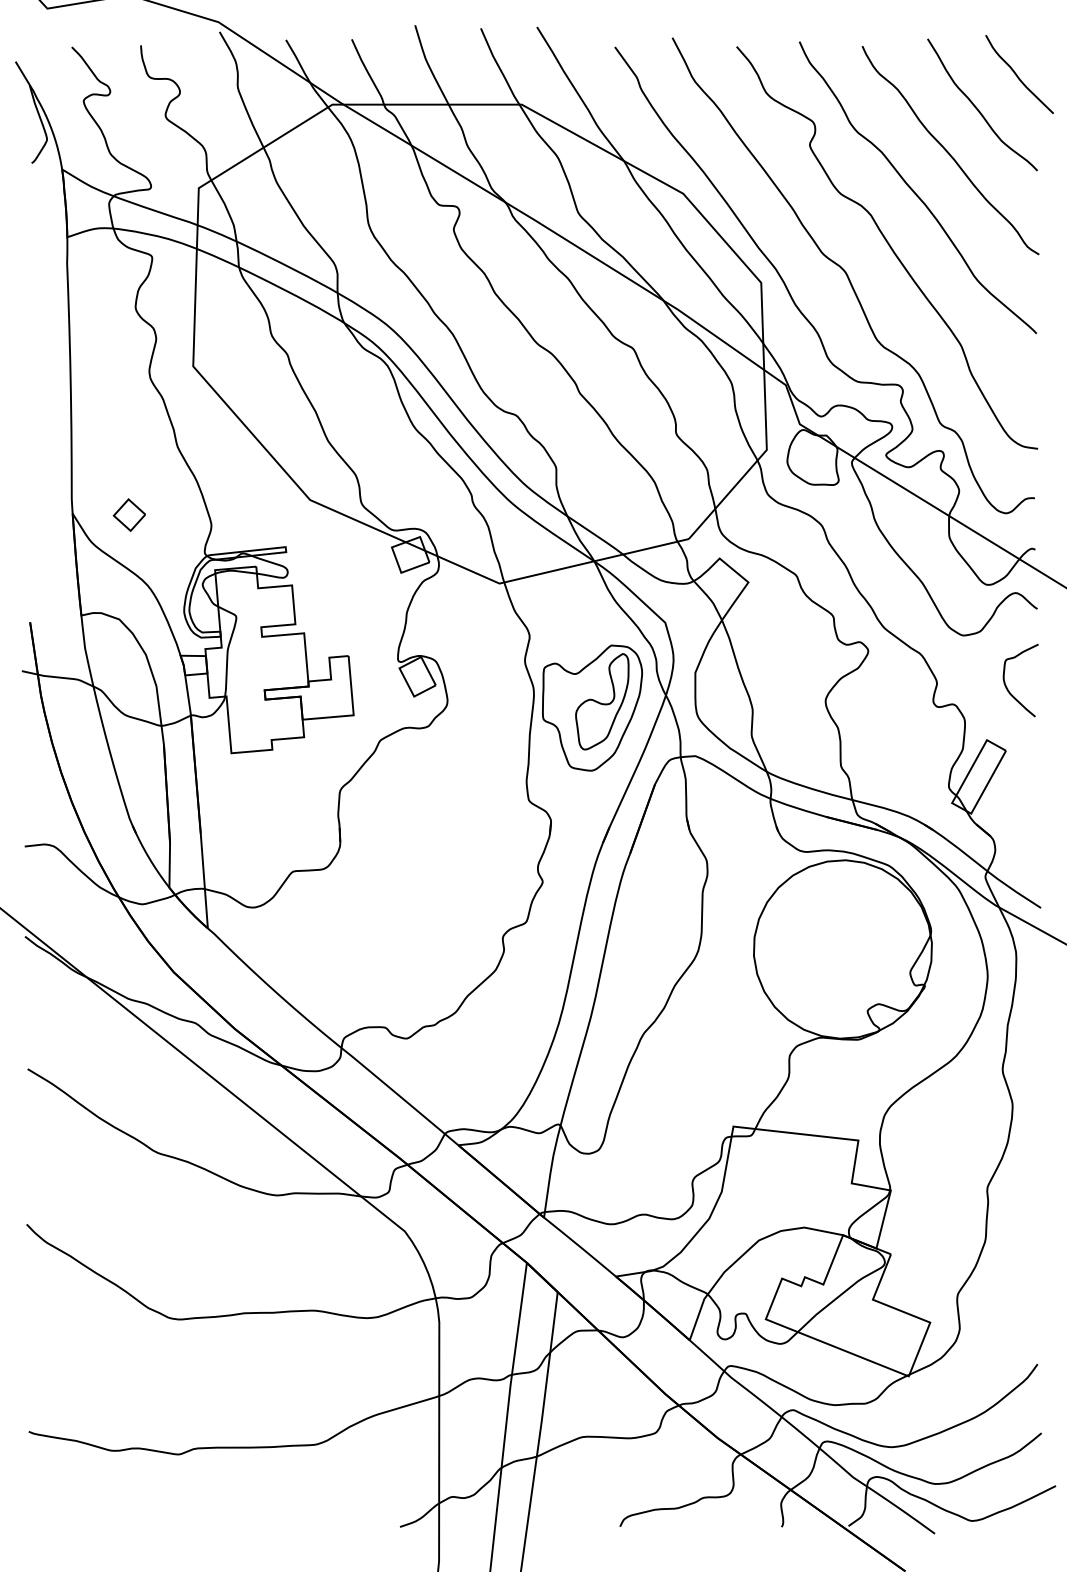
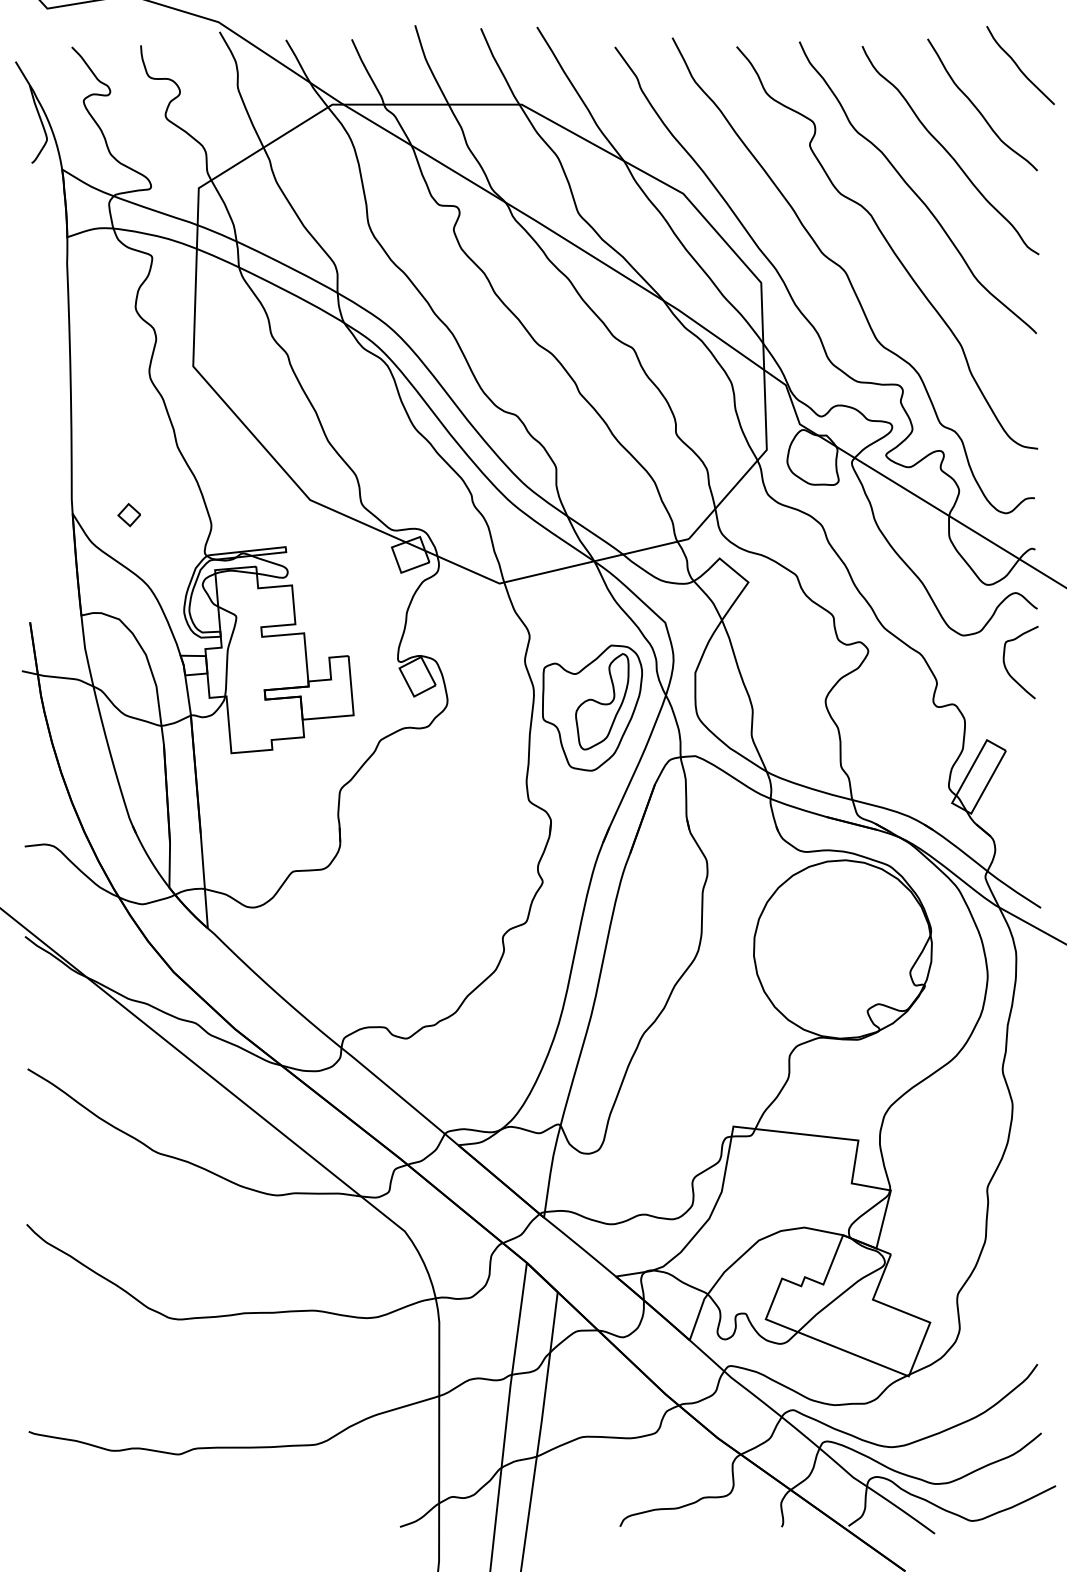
curve at (1017, 74) position: (1017, 74) -> (1018, 65)
part at (128, 514) size: 34x34 px -> 24x25 px
curve at (1007, 687) position: (1007, 687) -> (1007, 669)
